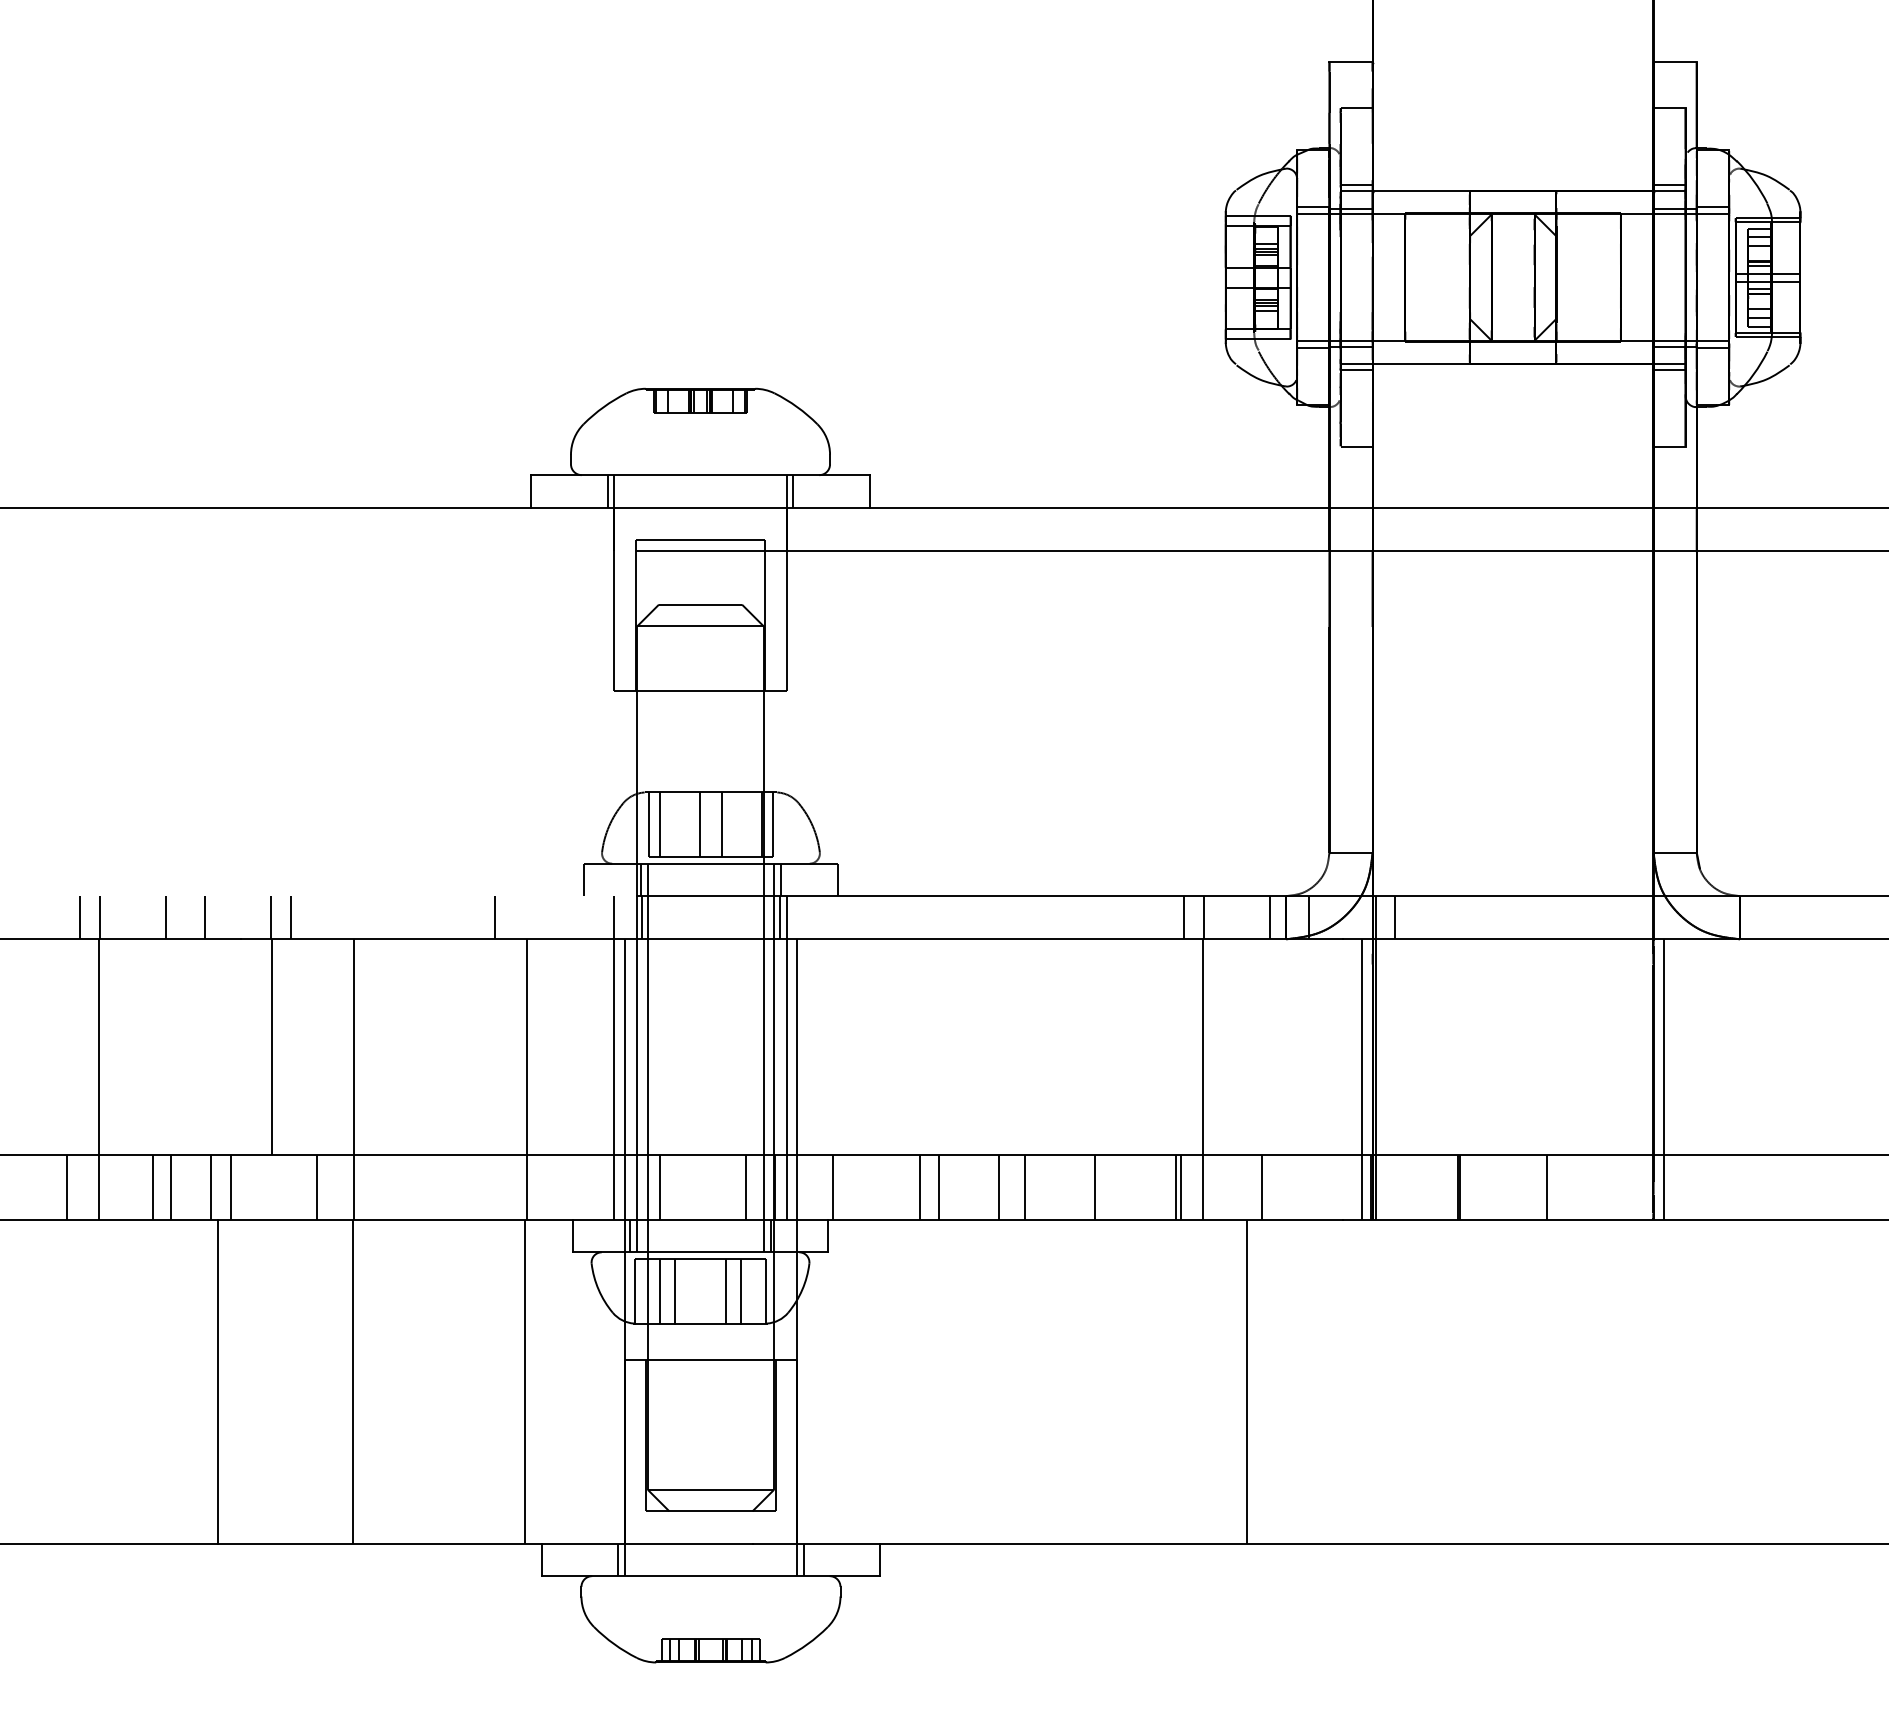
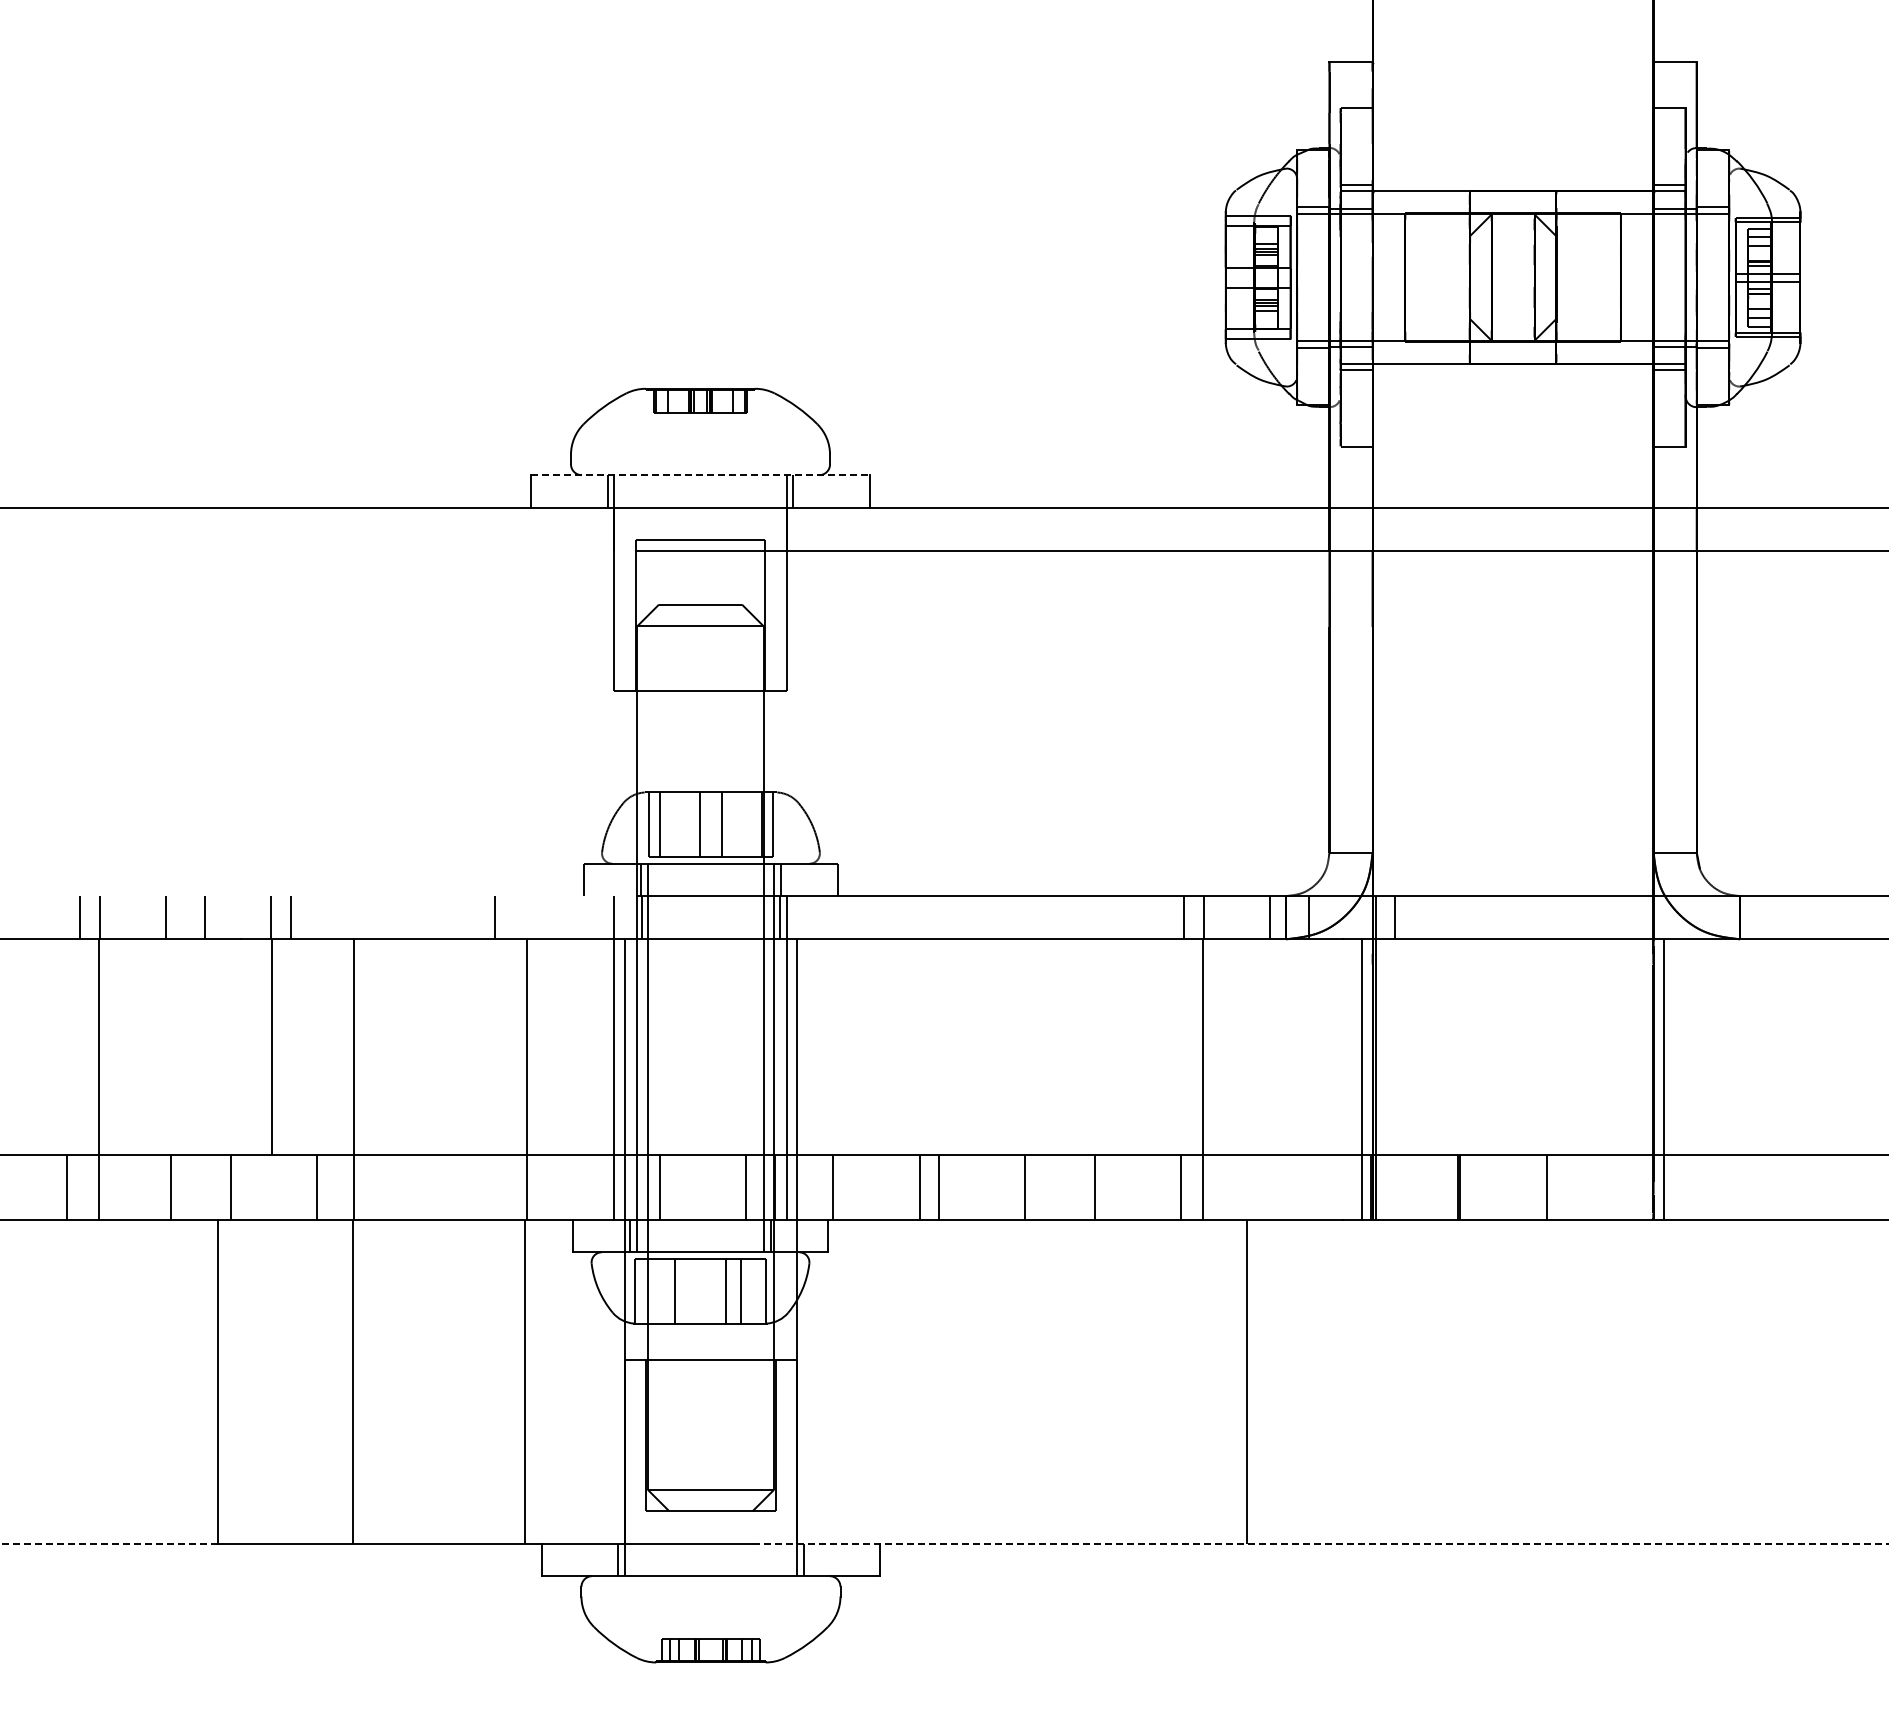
line at (701, 475): solid -> dashed
line at (153, 1187): present -> none
line at (211, 1187): present -> none
line at (998, 1187): present -> none
line at (1175, 1187): present -> none
line at (1262, 1187): present -> none
line at (660, 1290): present -> none
line at (108, 1543): solid -> dashed
line at (1320, 1543): solid -> dashed
